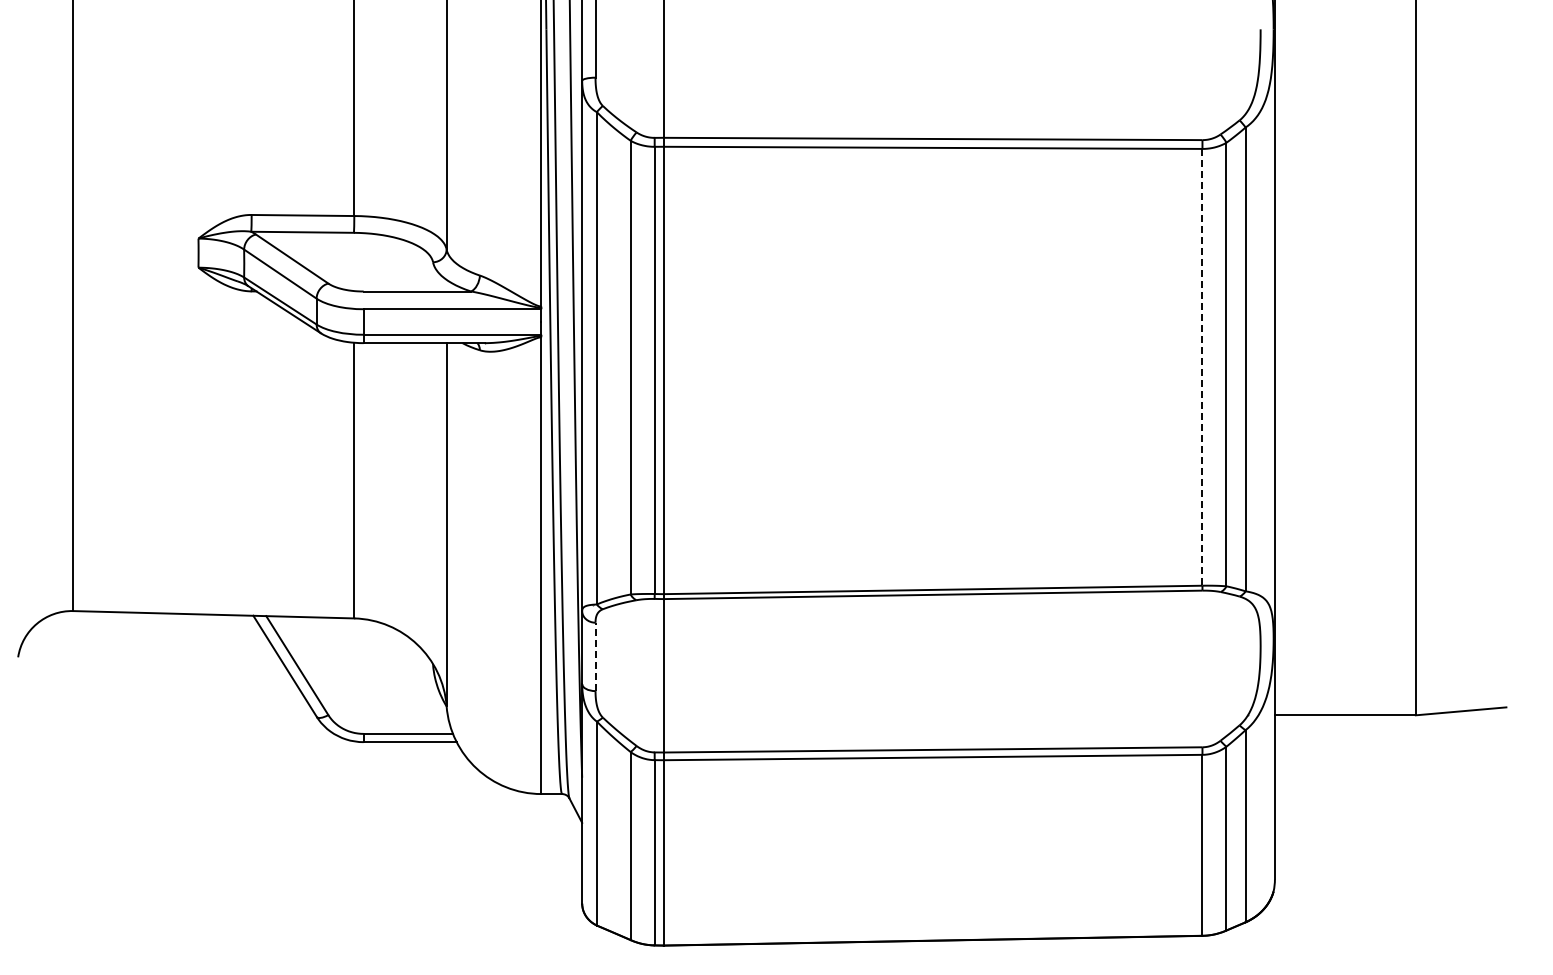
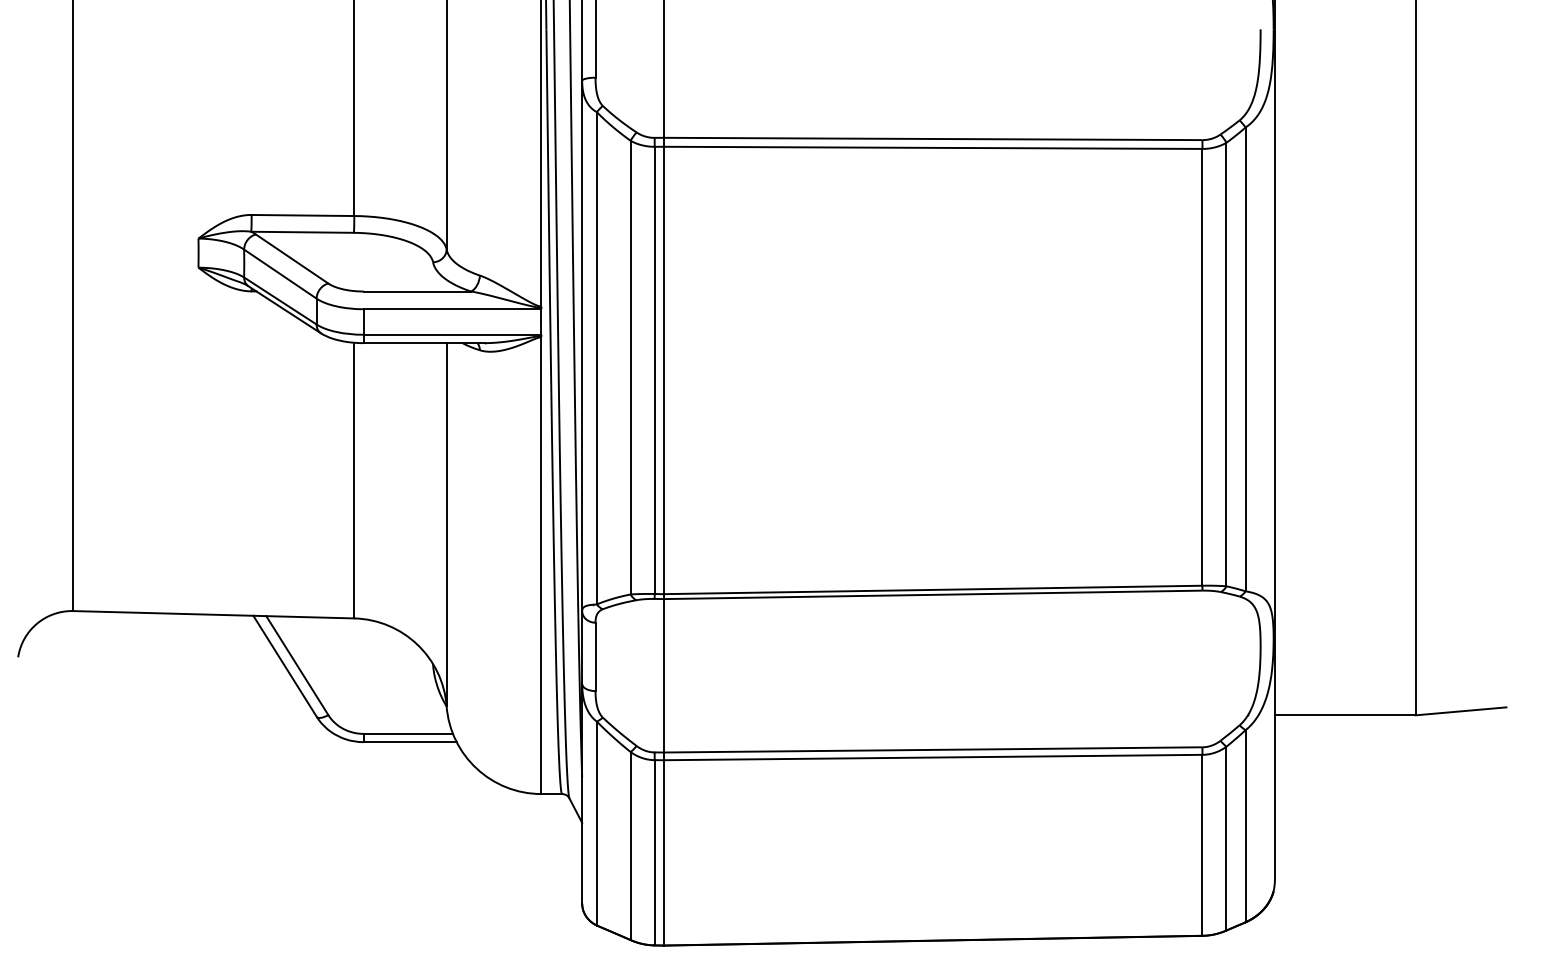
line at (1202, 367): dashed -> solid
line at (595, 656): dashed -> solid
